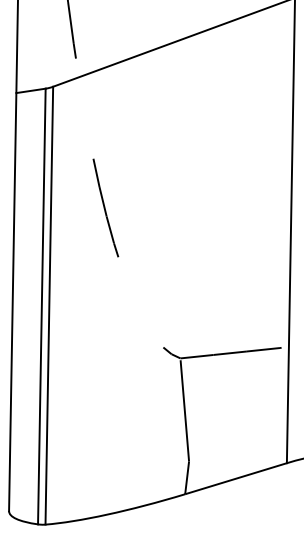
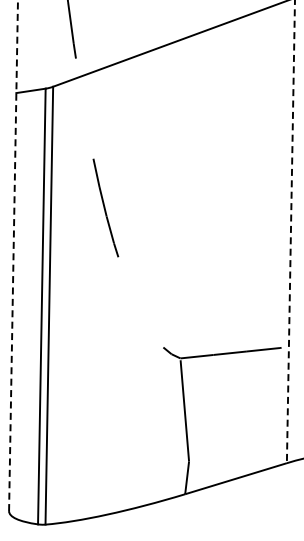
line at (290, 232): solid -> dashed
line at (13, 255): solid -> dashed
